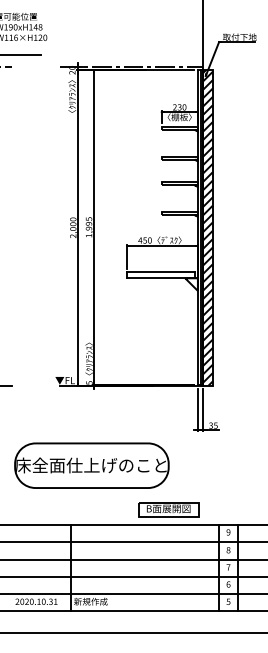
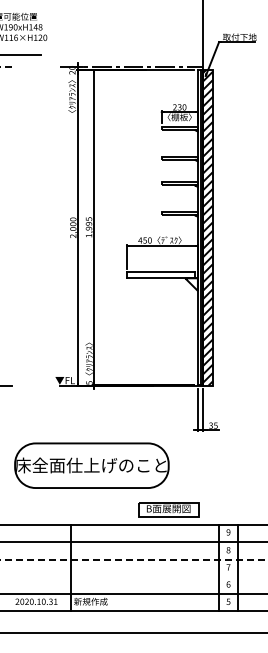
line at (134, 559): solid -> dashed
line at (133, 576): present -> none
